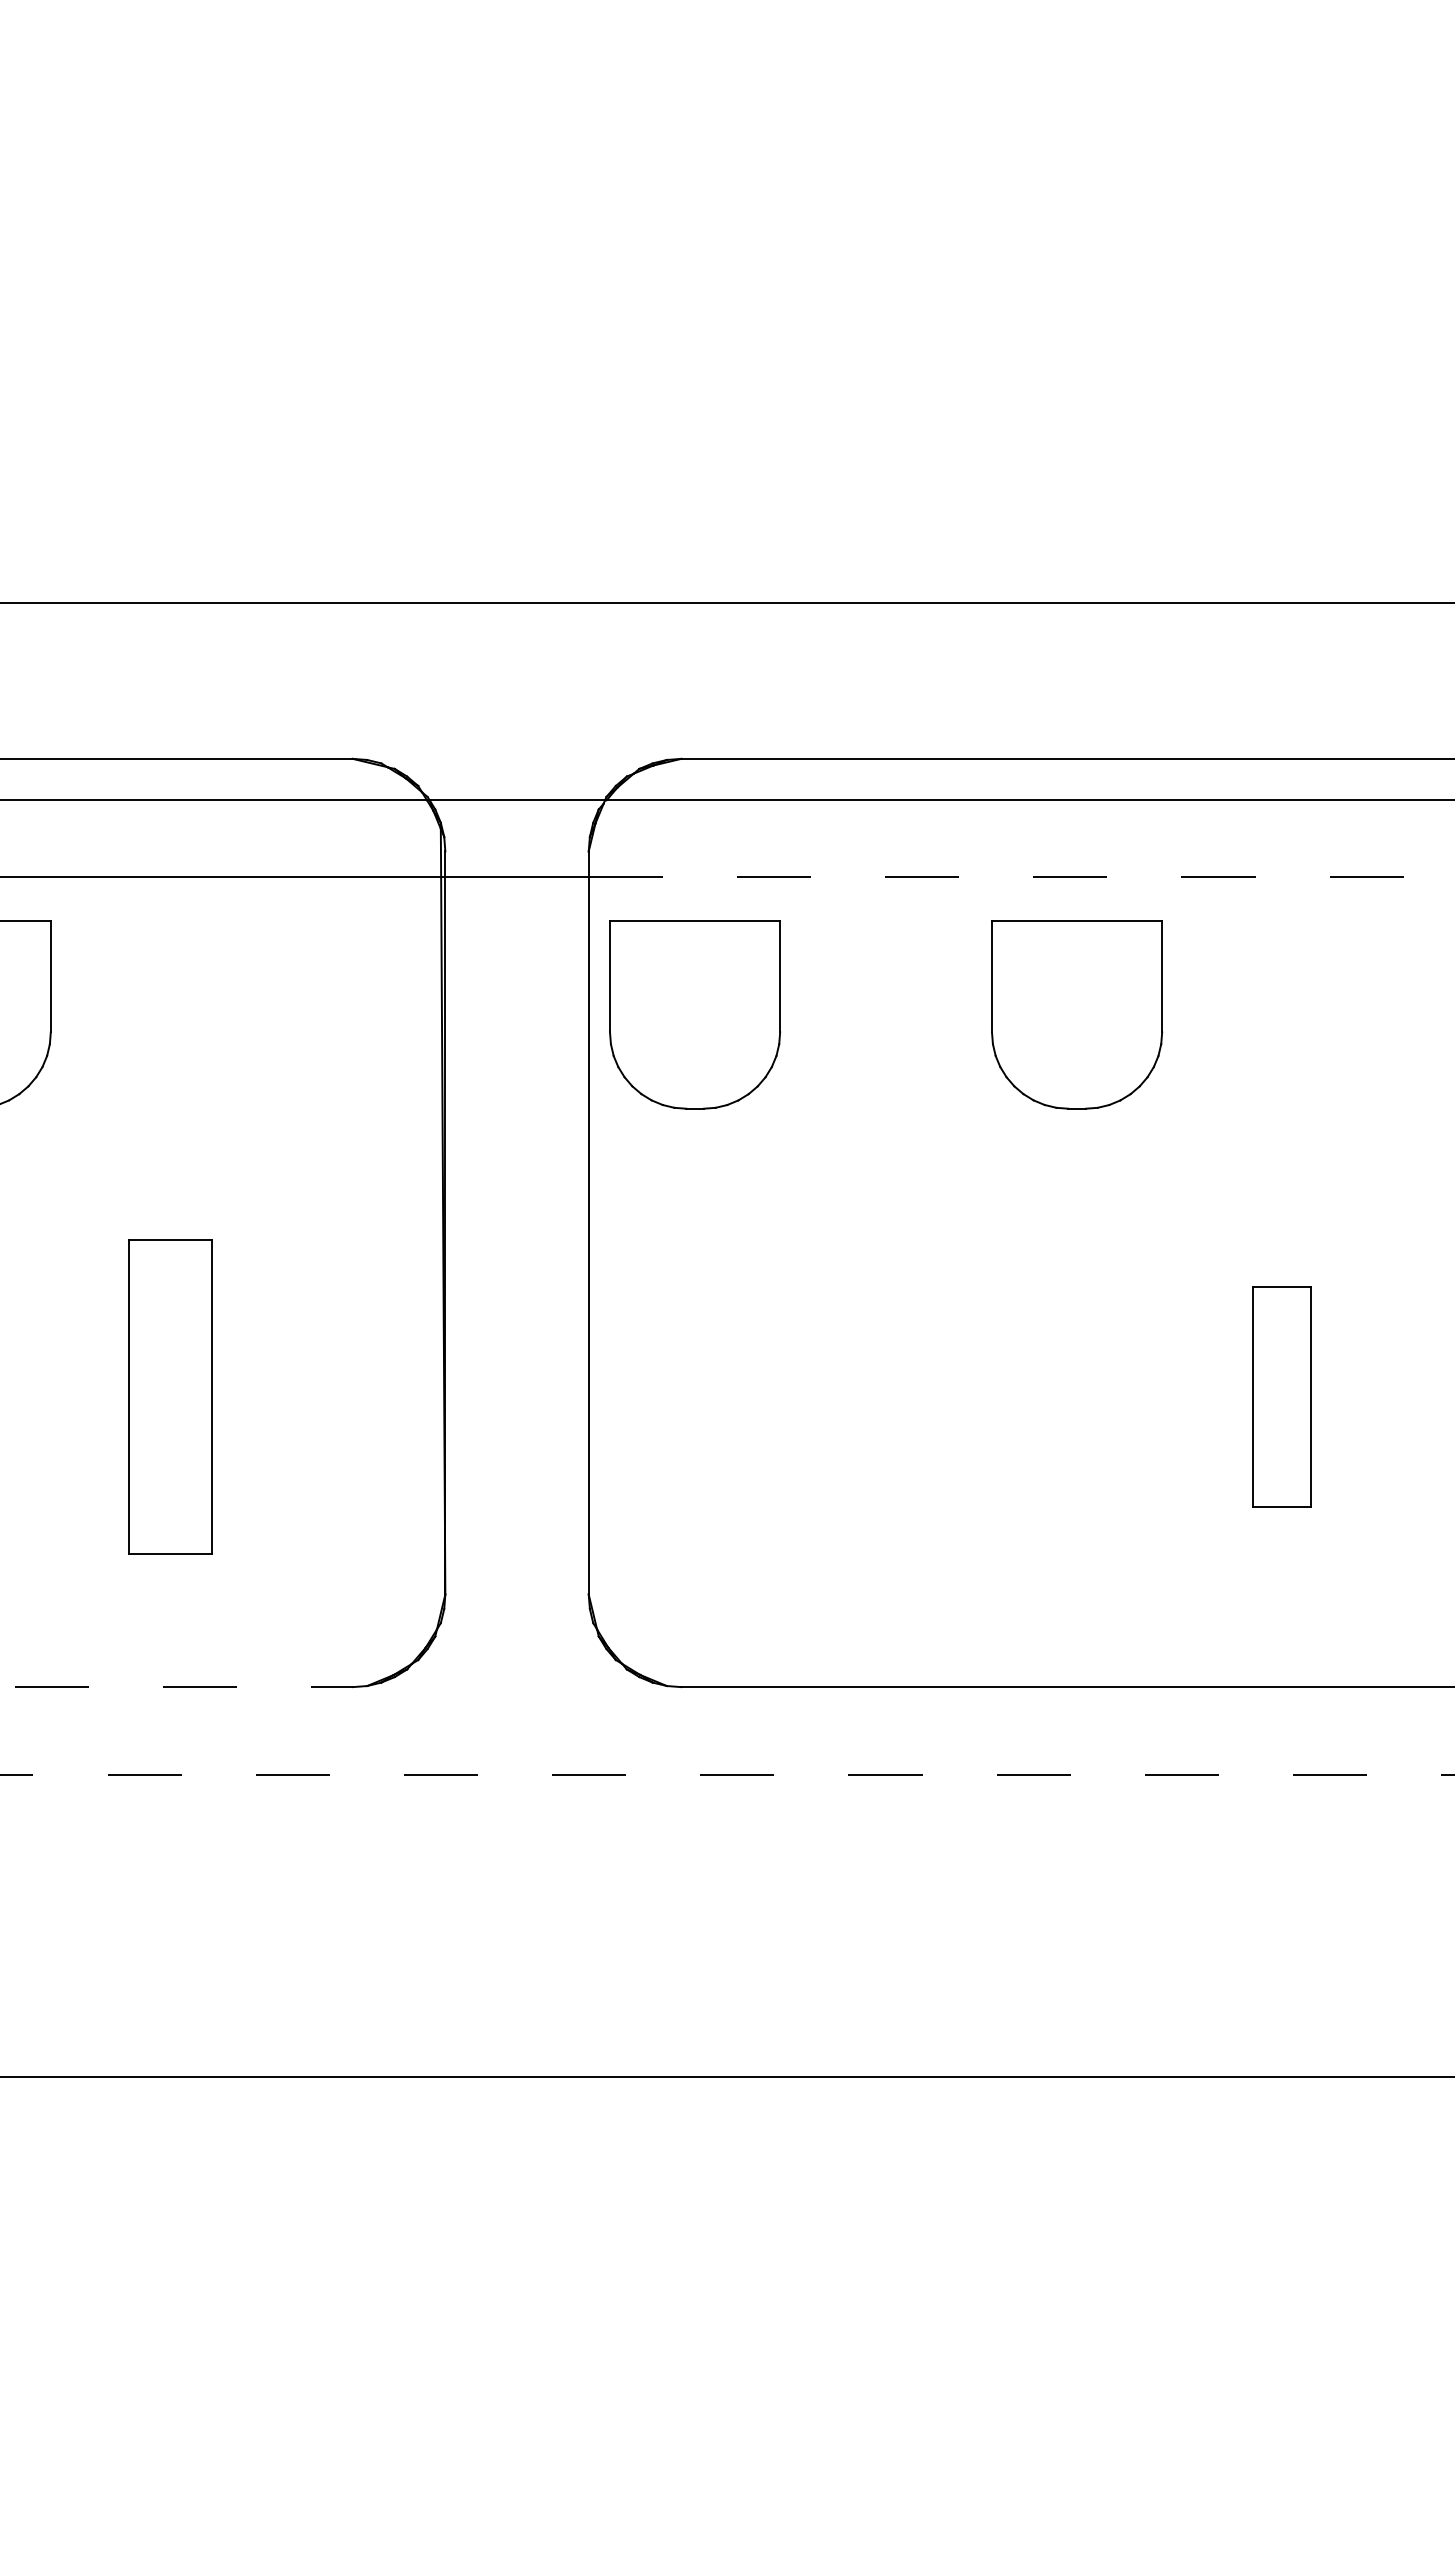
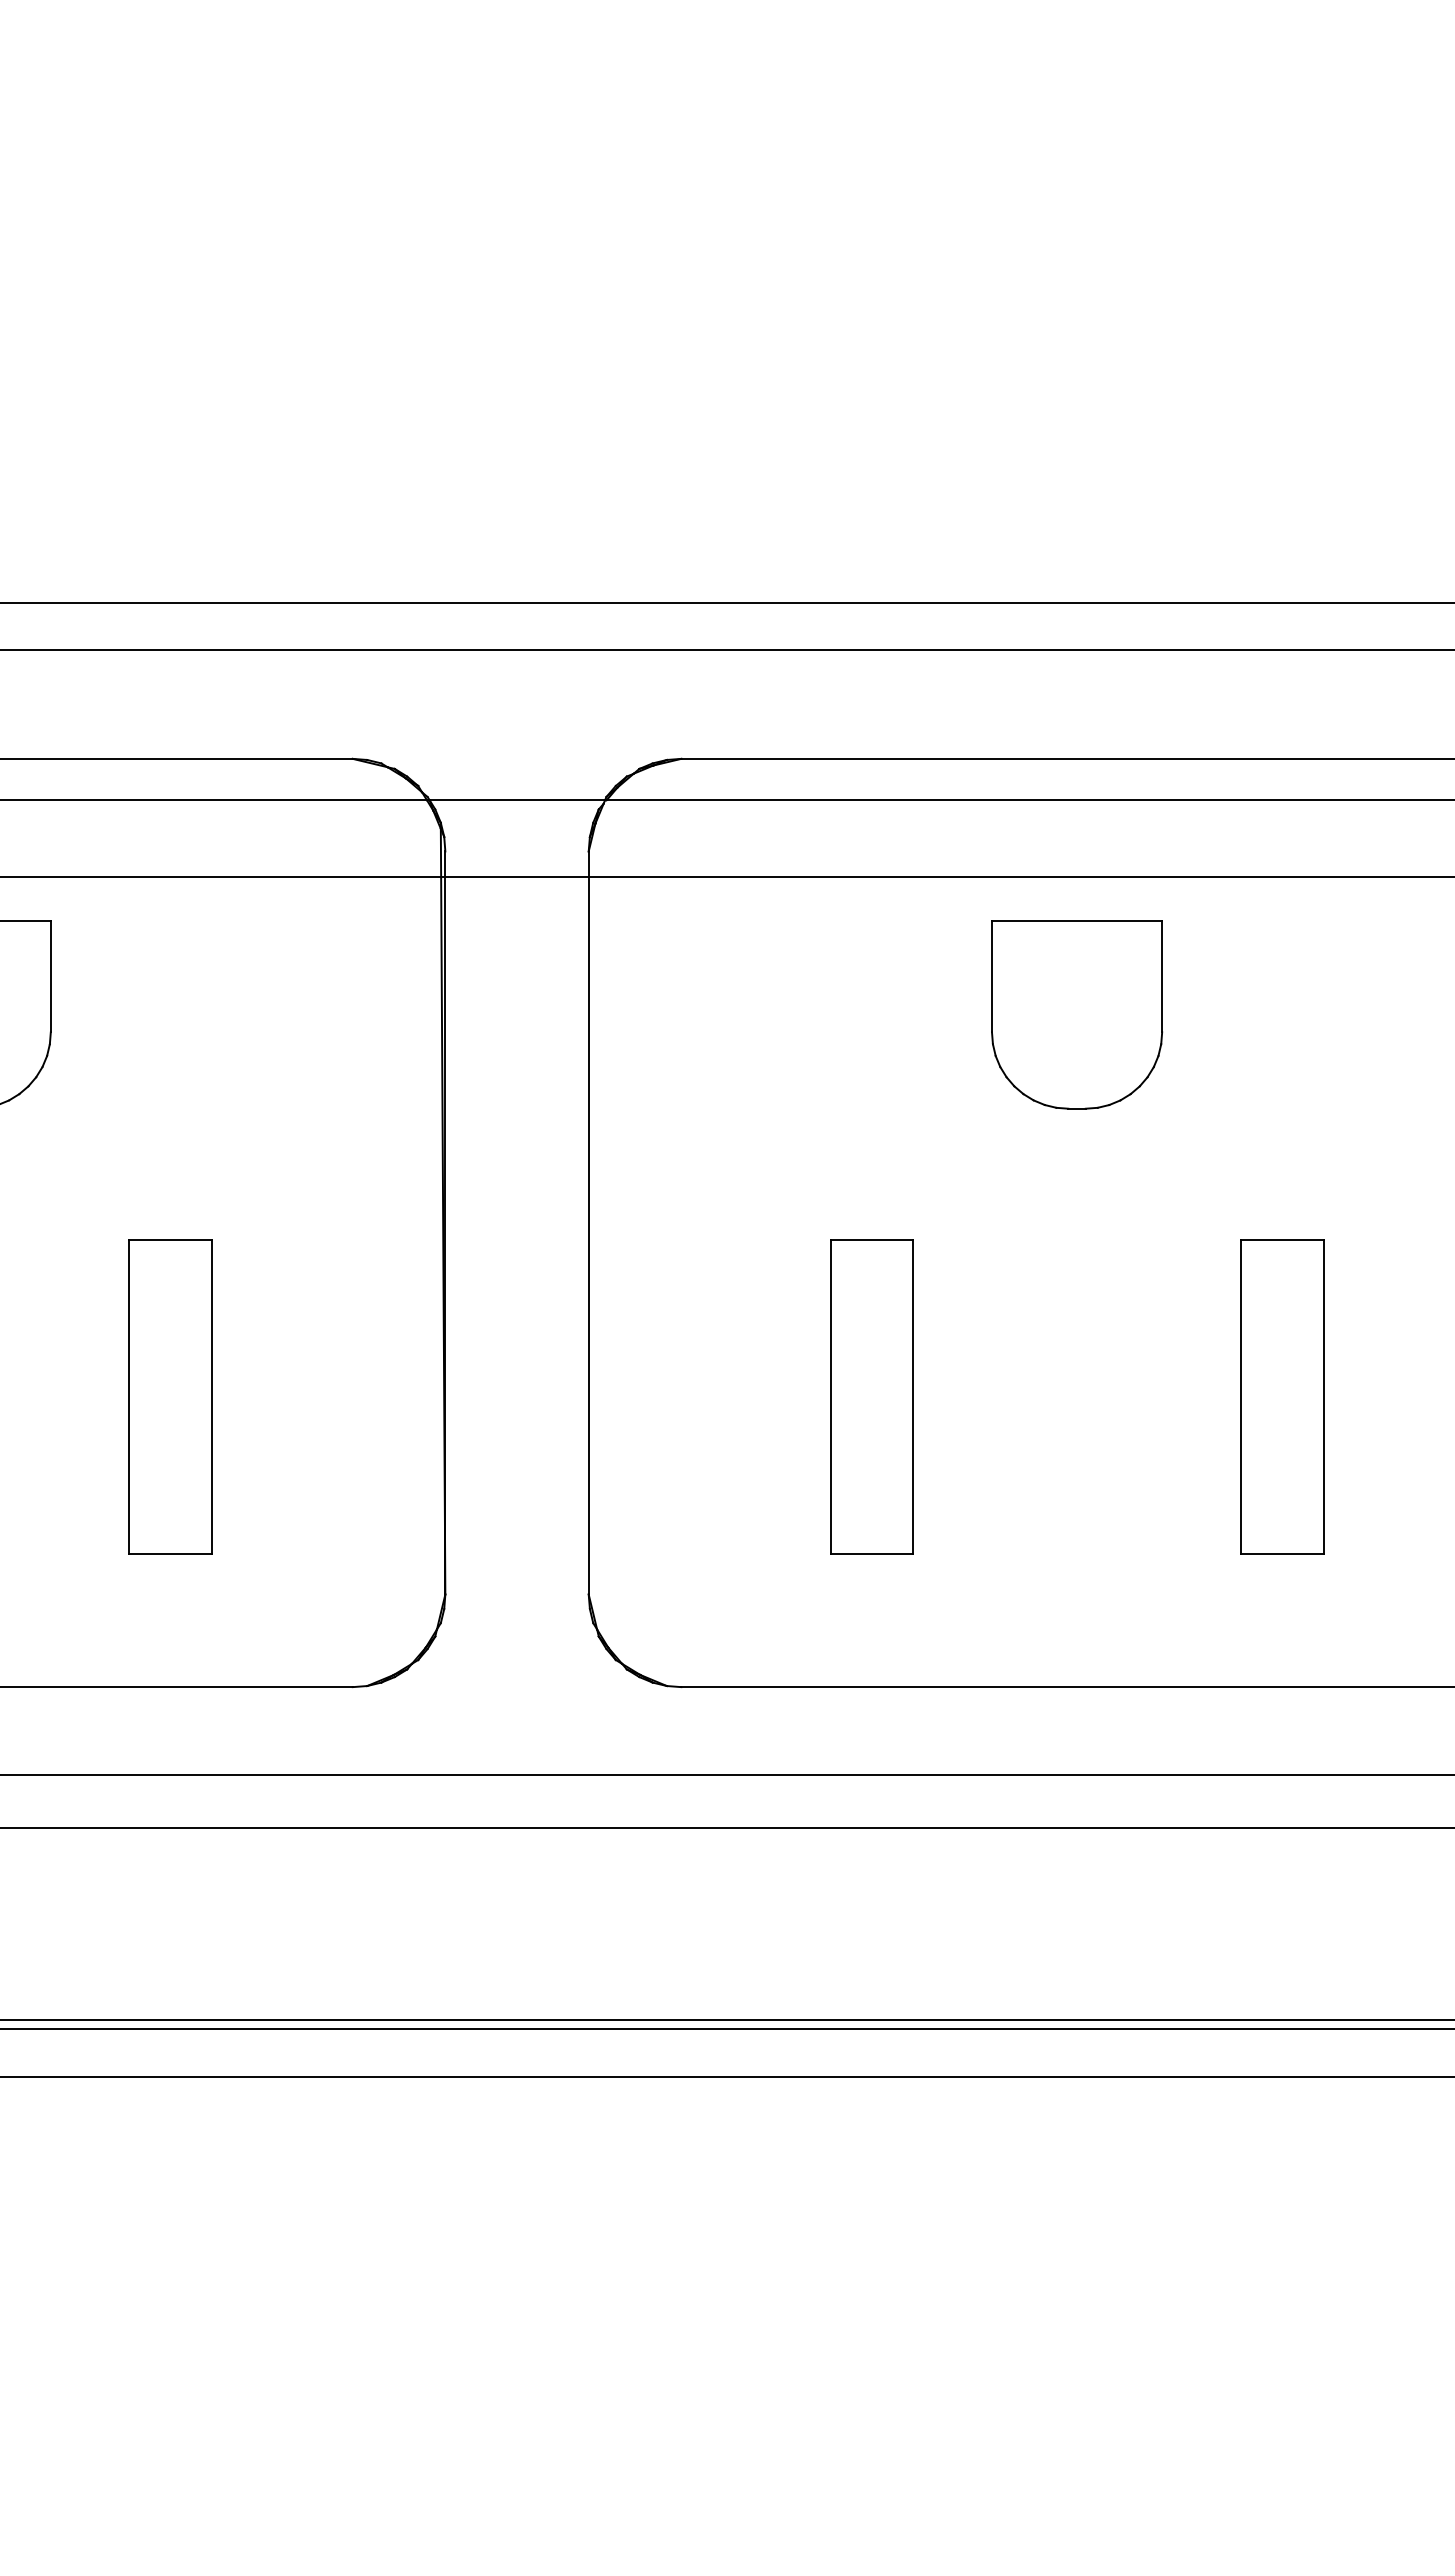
line at (726, 649): none -> present
line at (1021, 877): dashed -> solid
part at (695, 1014): present -> none
part at (871, 1396): none -> present
part at (1281, 1396) size: 60x222 px -> 85x316 px
line at (176, 1687): dashed -> solid
line at (728, 1775): dashed -> solid
line at (726, 1827): none -> present
line at (726, 2020): none -> present
line at (726, 2029): none -> present
